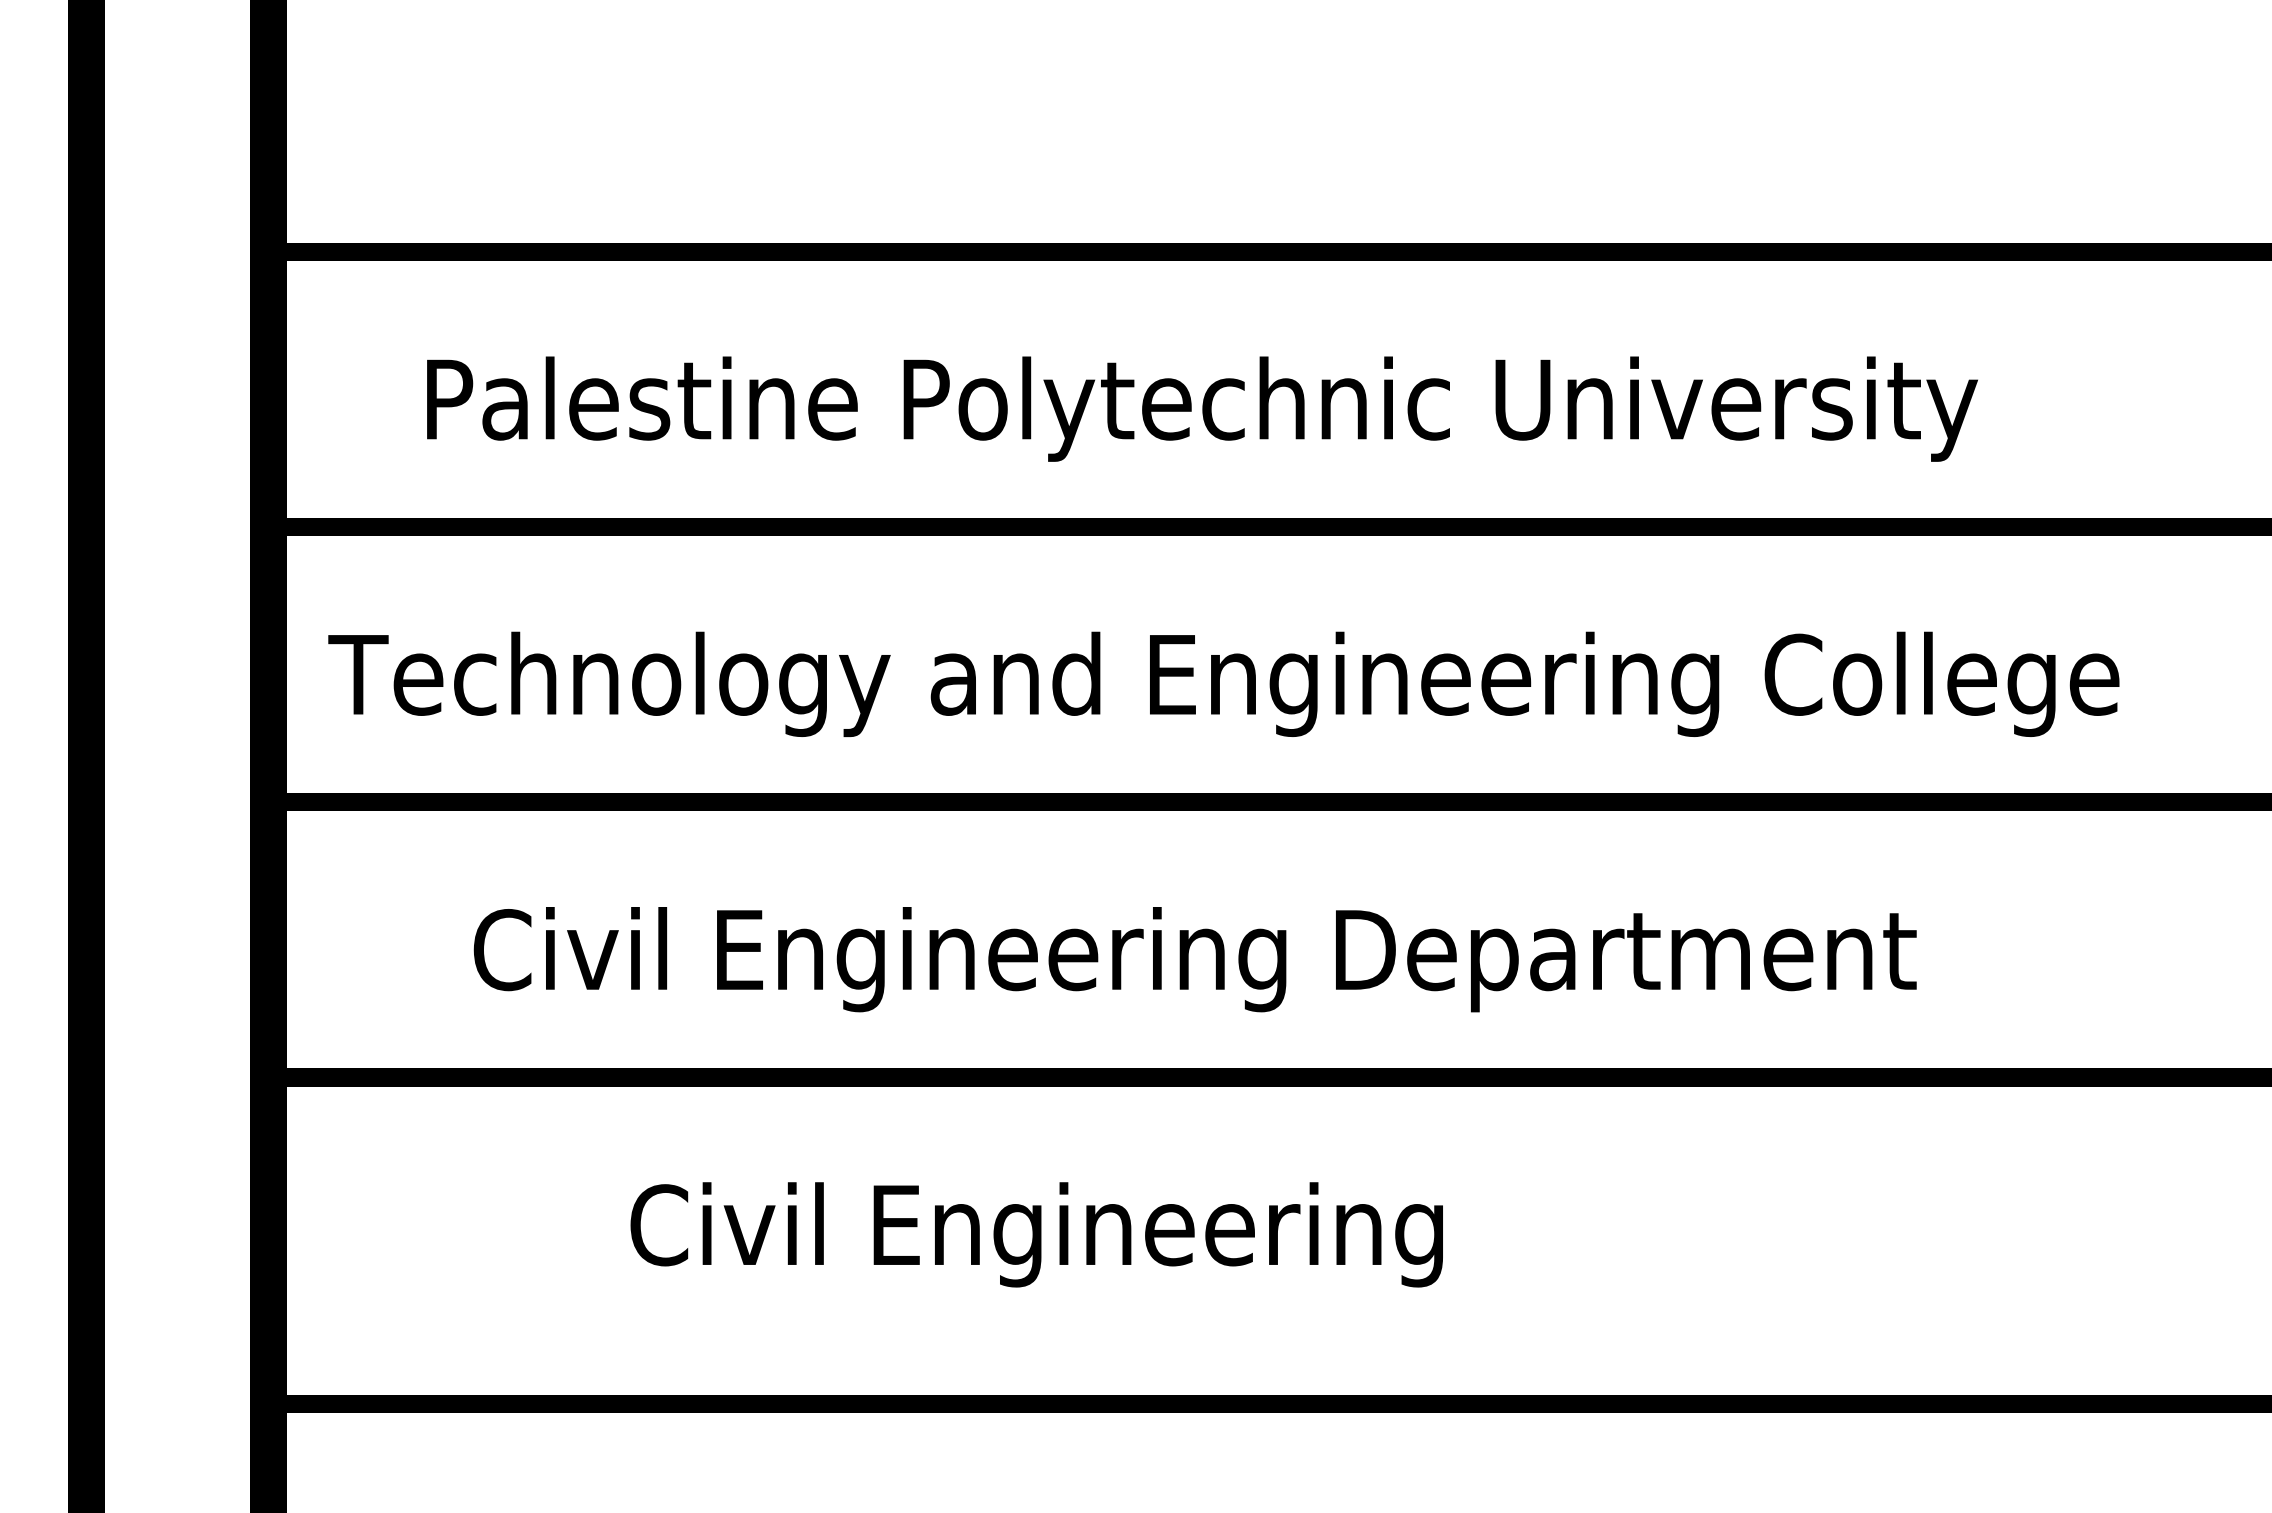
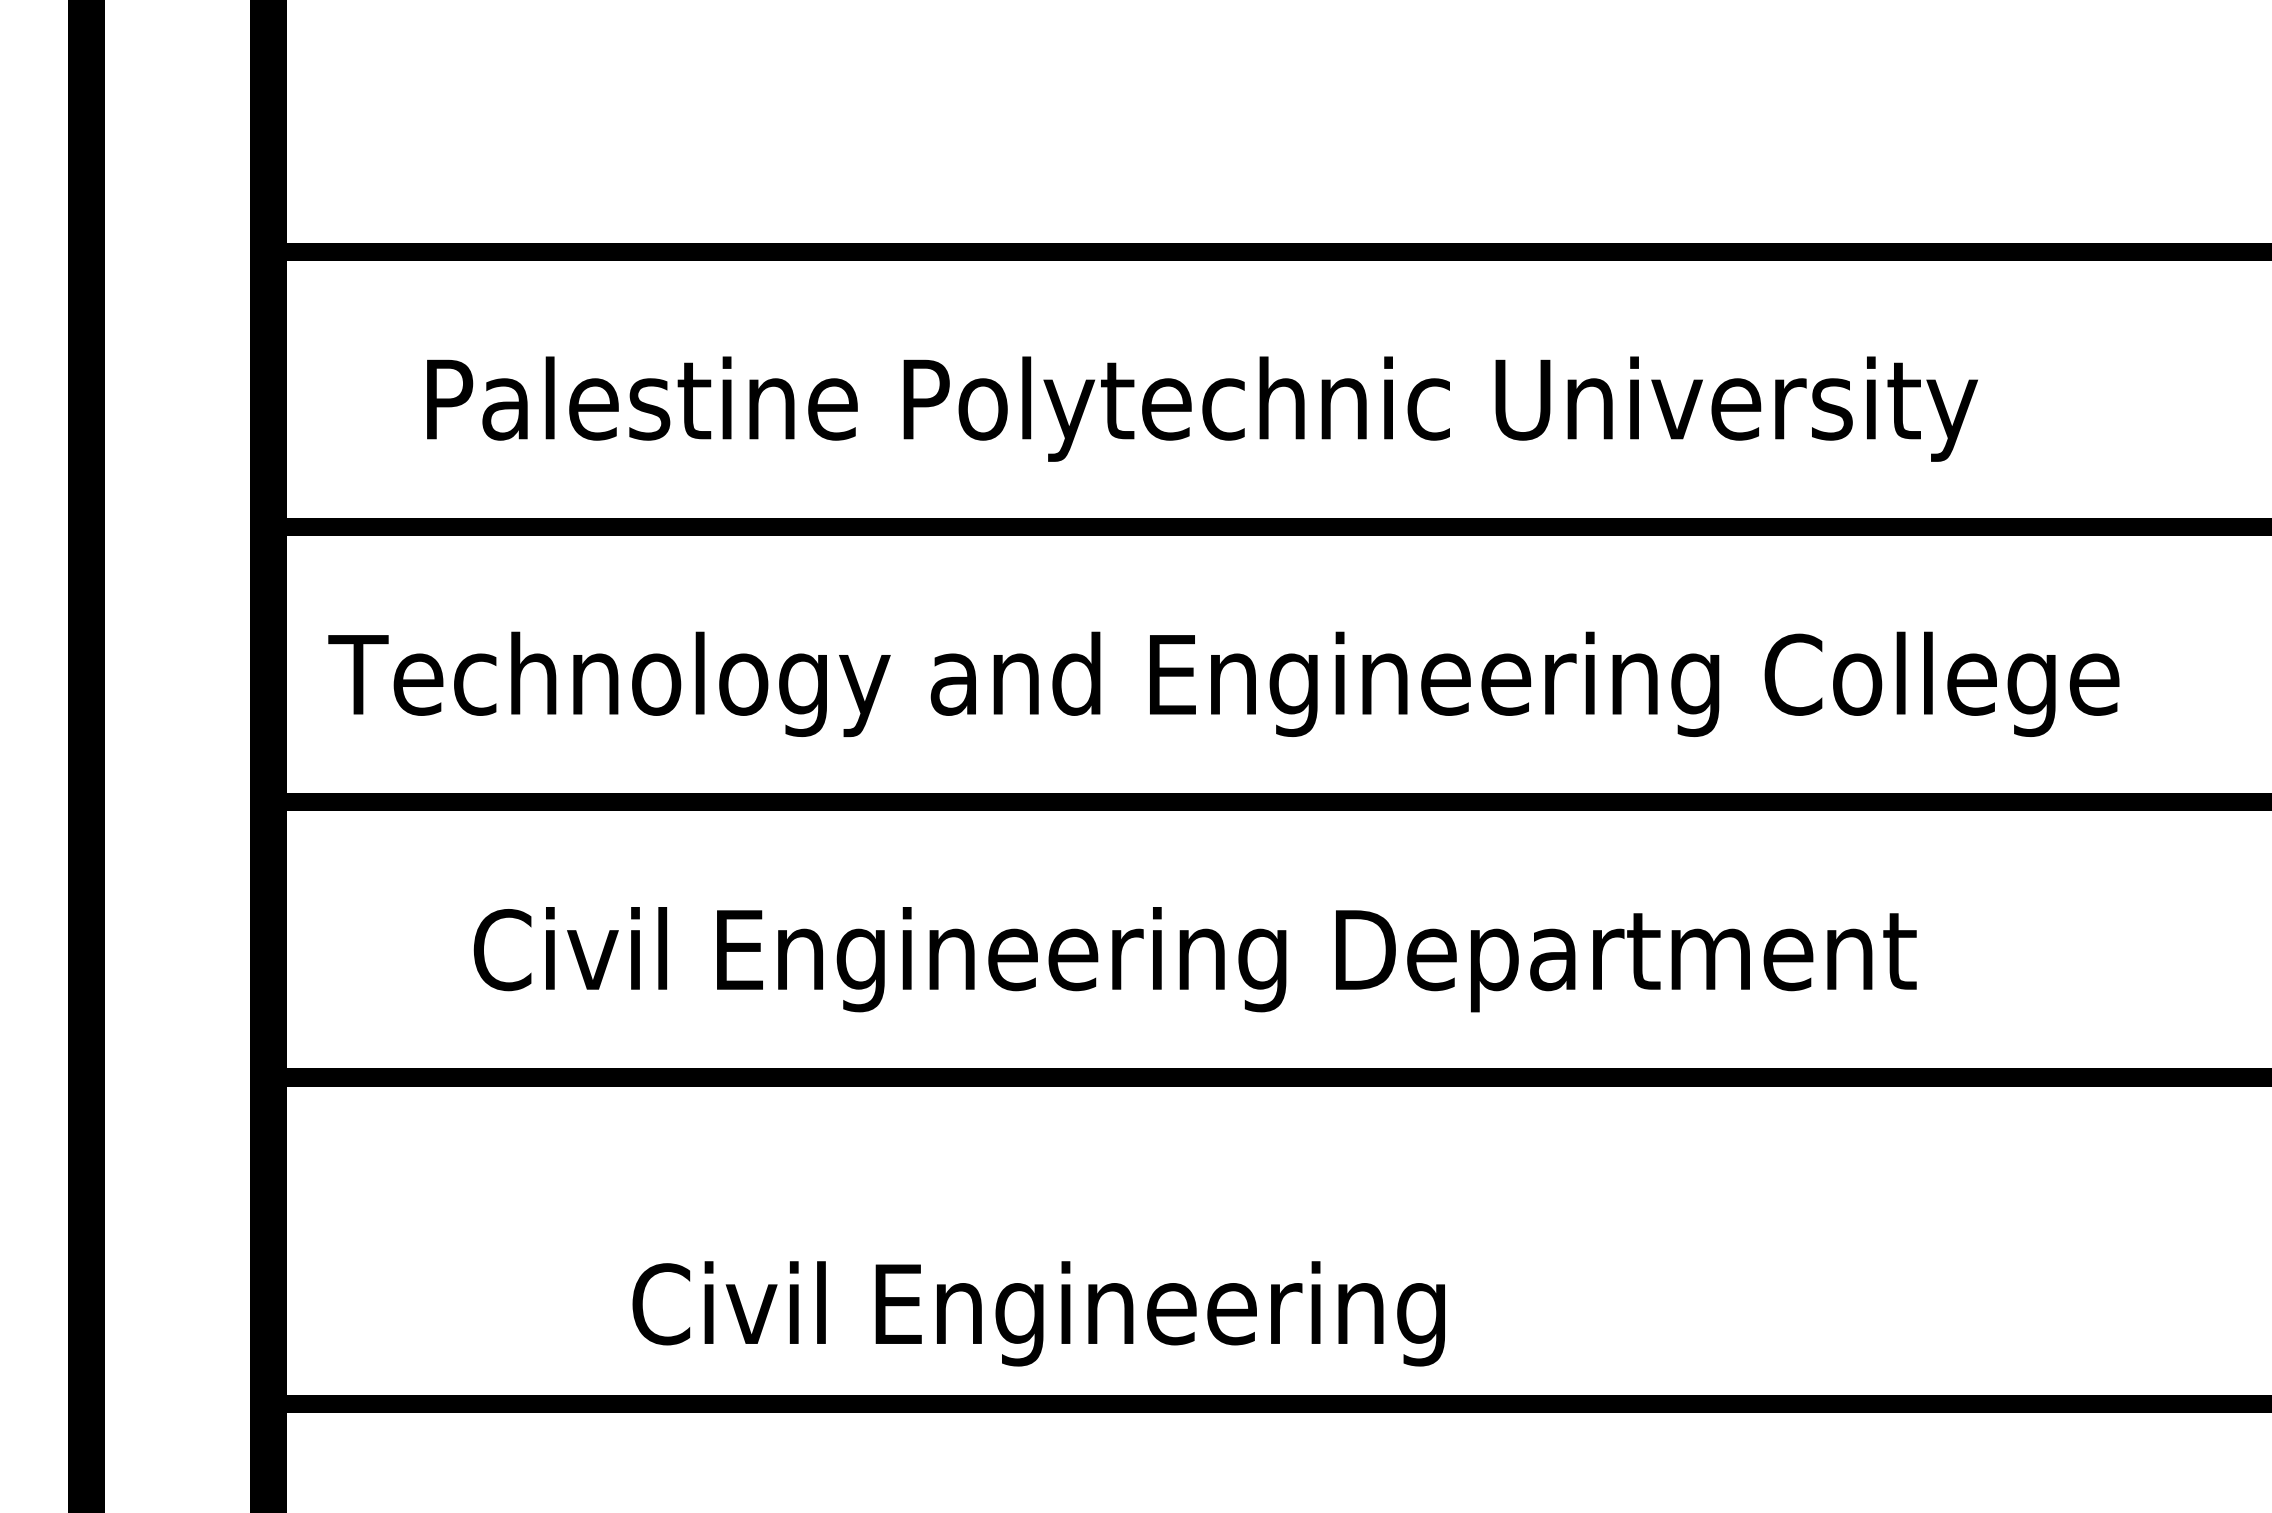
text at (1036, 1234) position: (1036, 1234) -> (1038, 1313)
